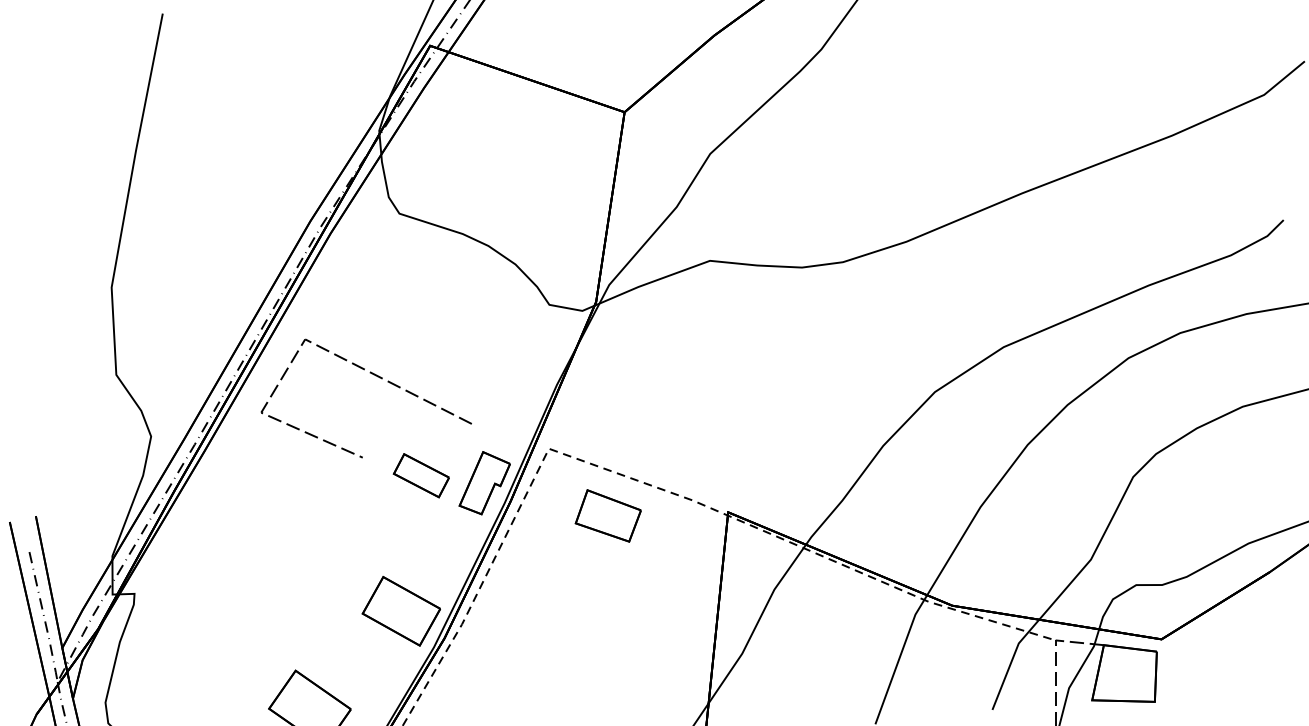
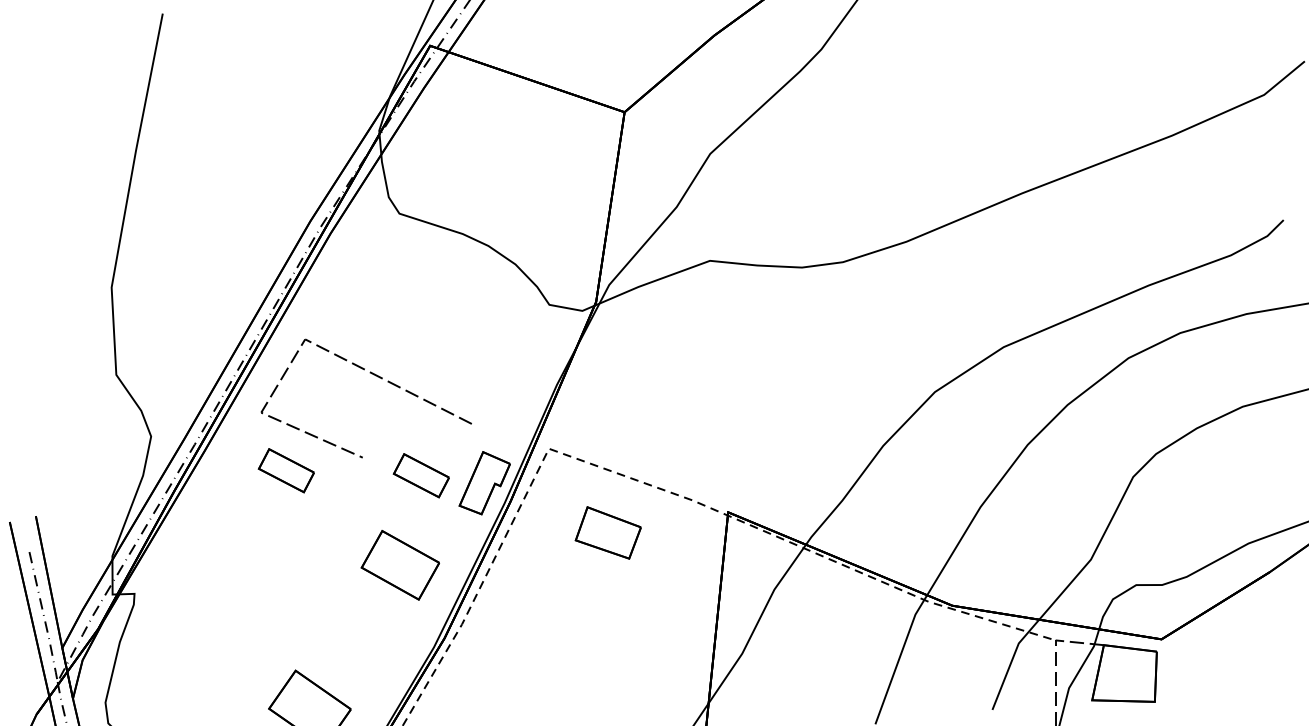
part at (285, 470): none -> present
part at (607, 515) position: (607, 515) -> (607, 532)
part at (400, 611) position: (400, 611) -> (399, 565)
